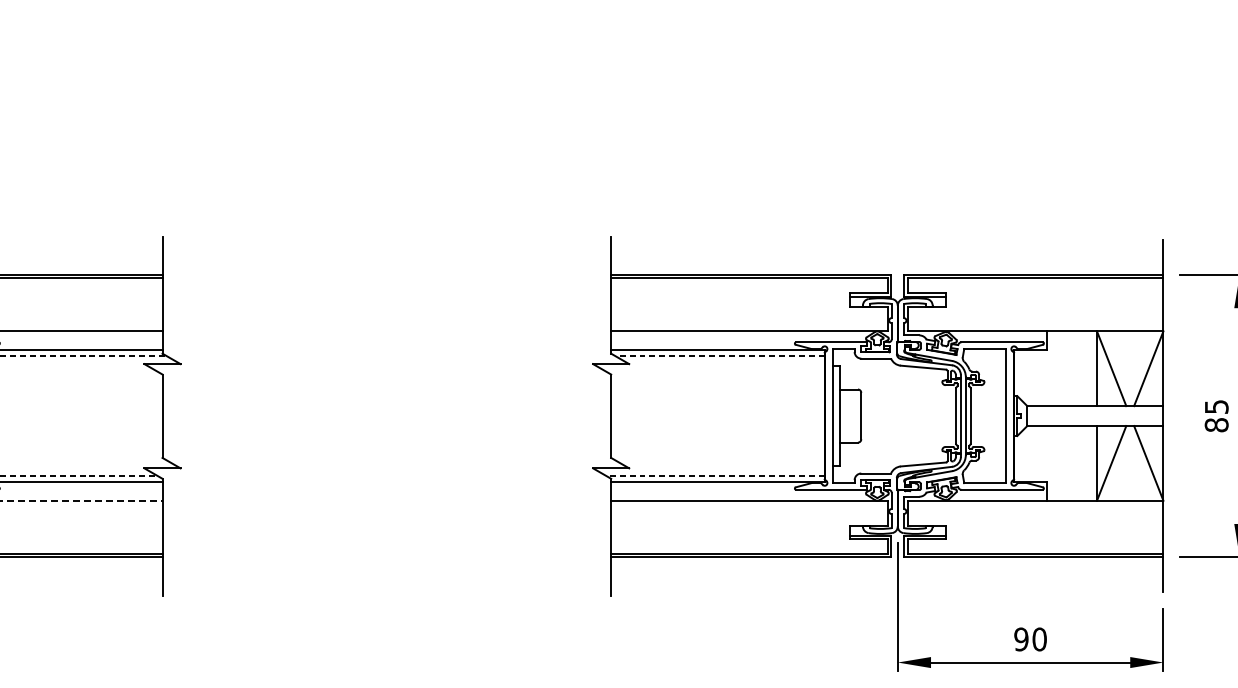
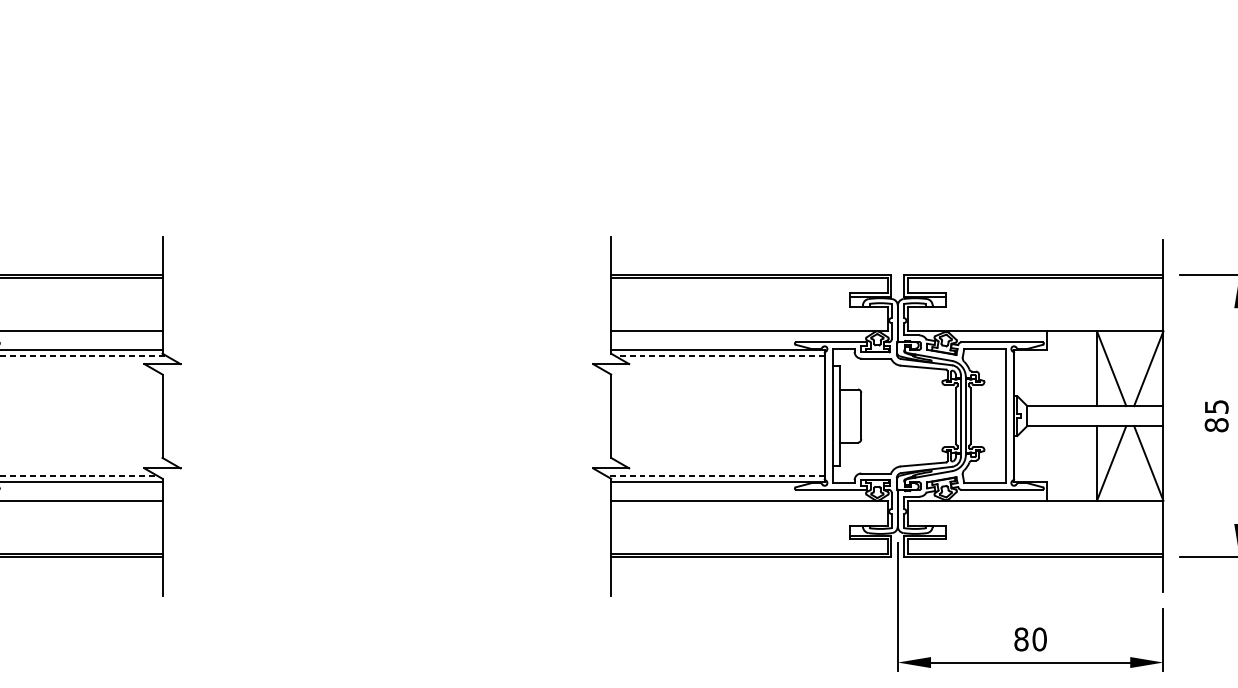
line at (81, 500): dashed -> solid
text at (1021, 639): 90 -> 80
